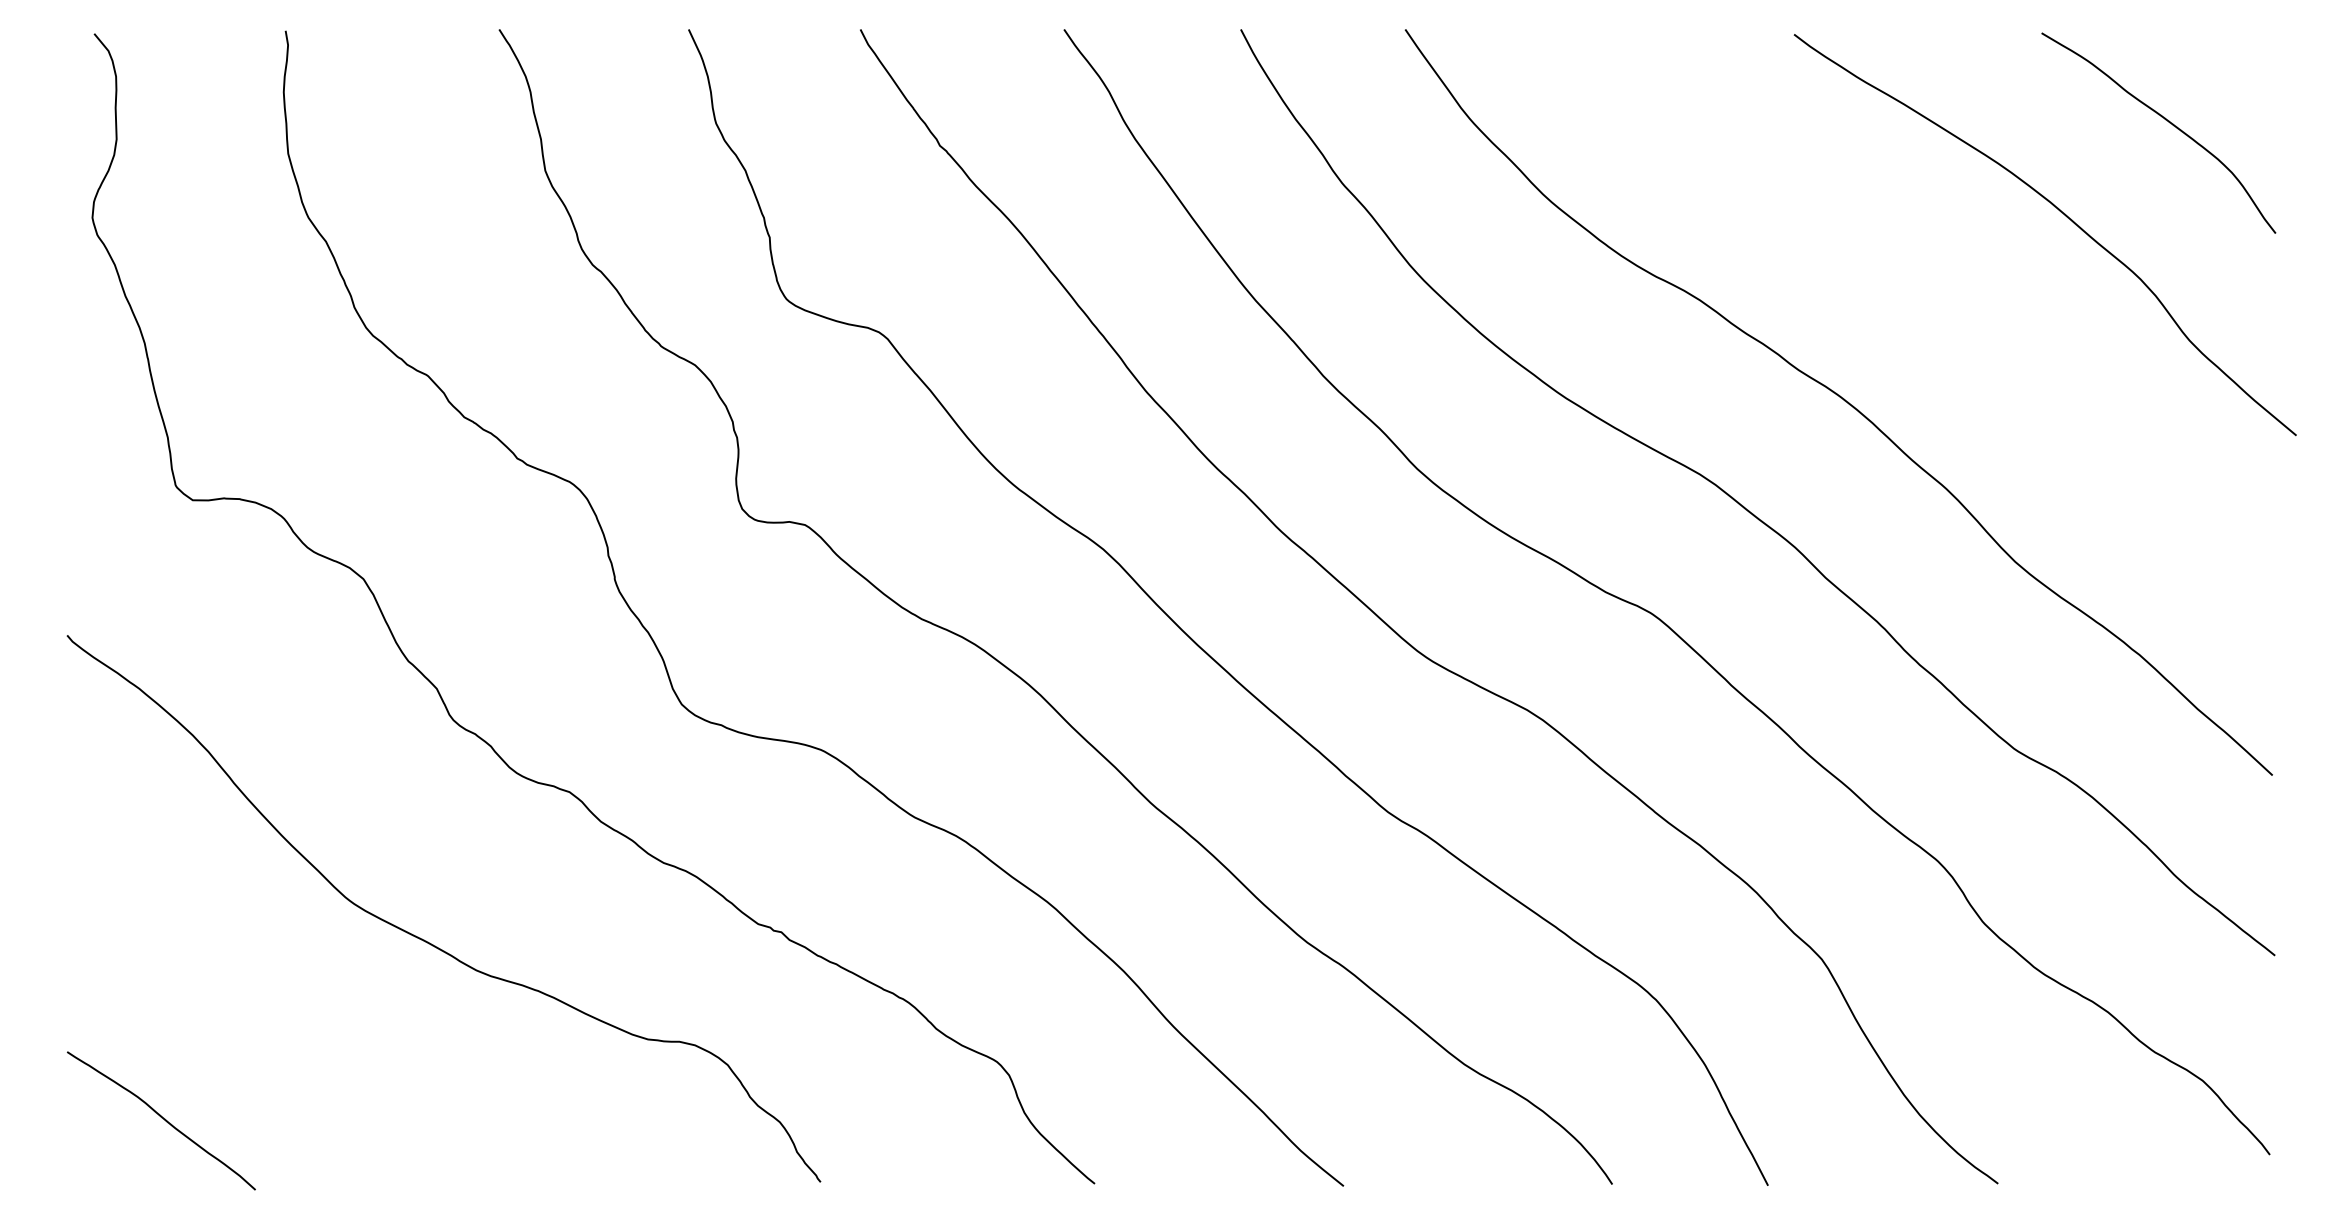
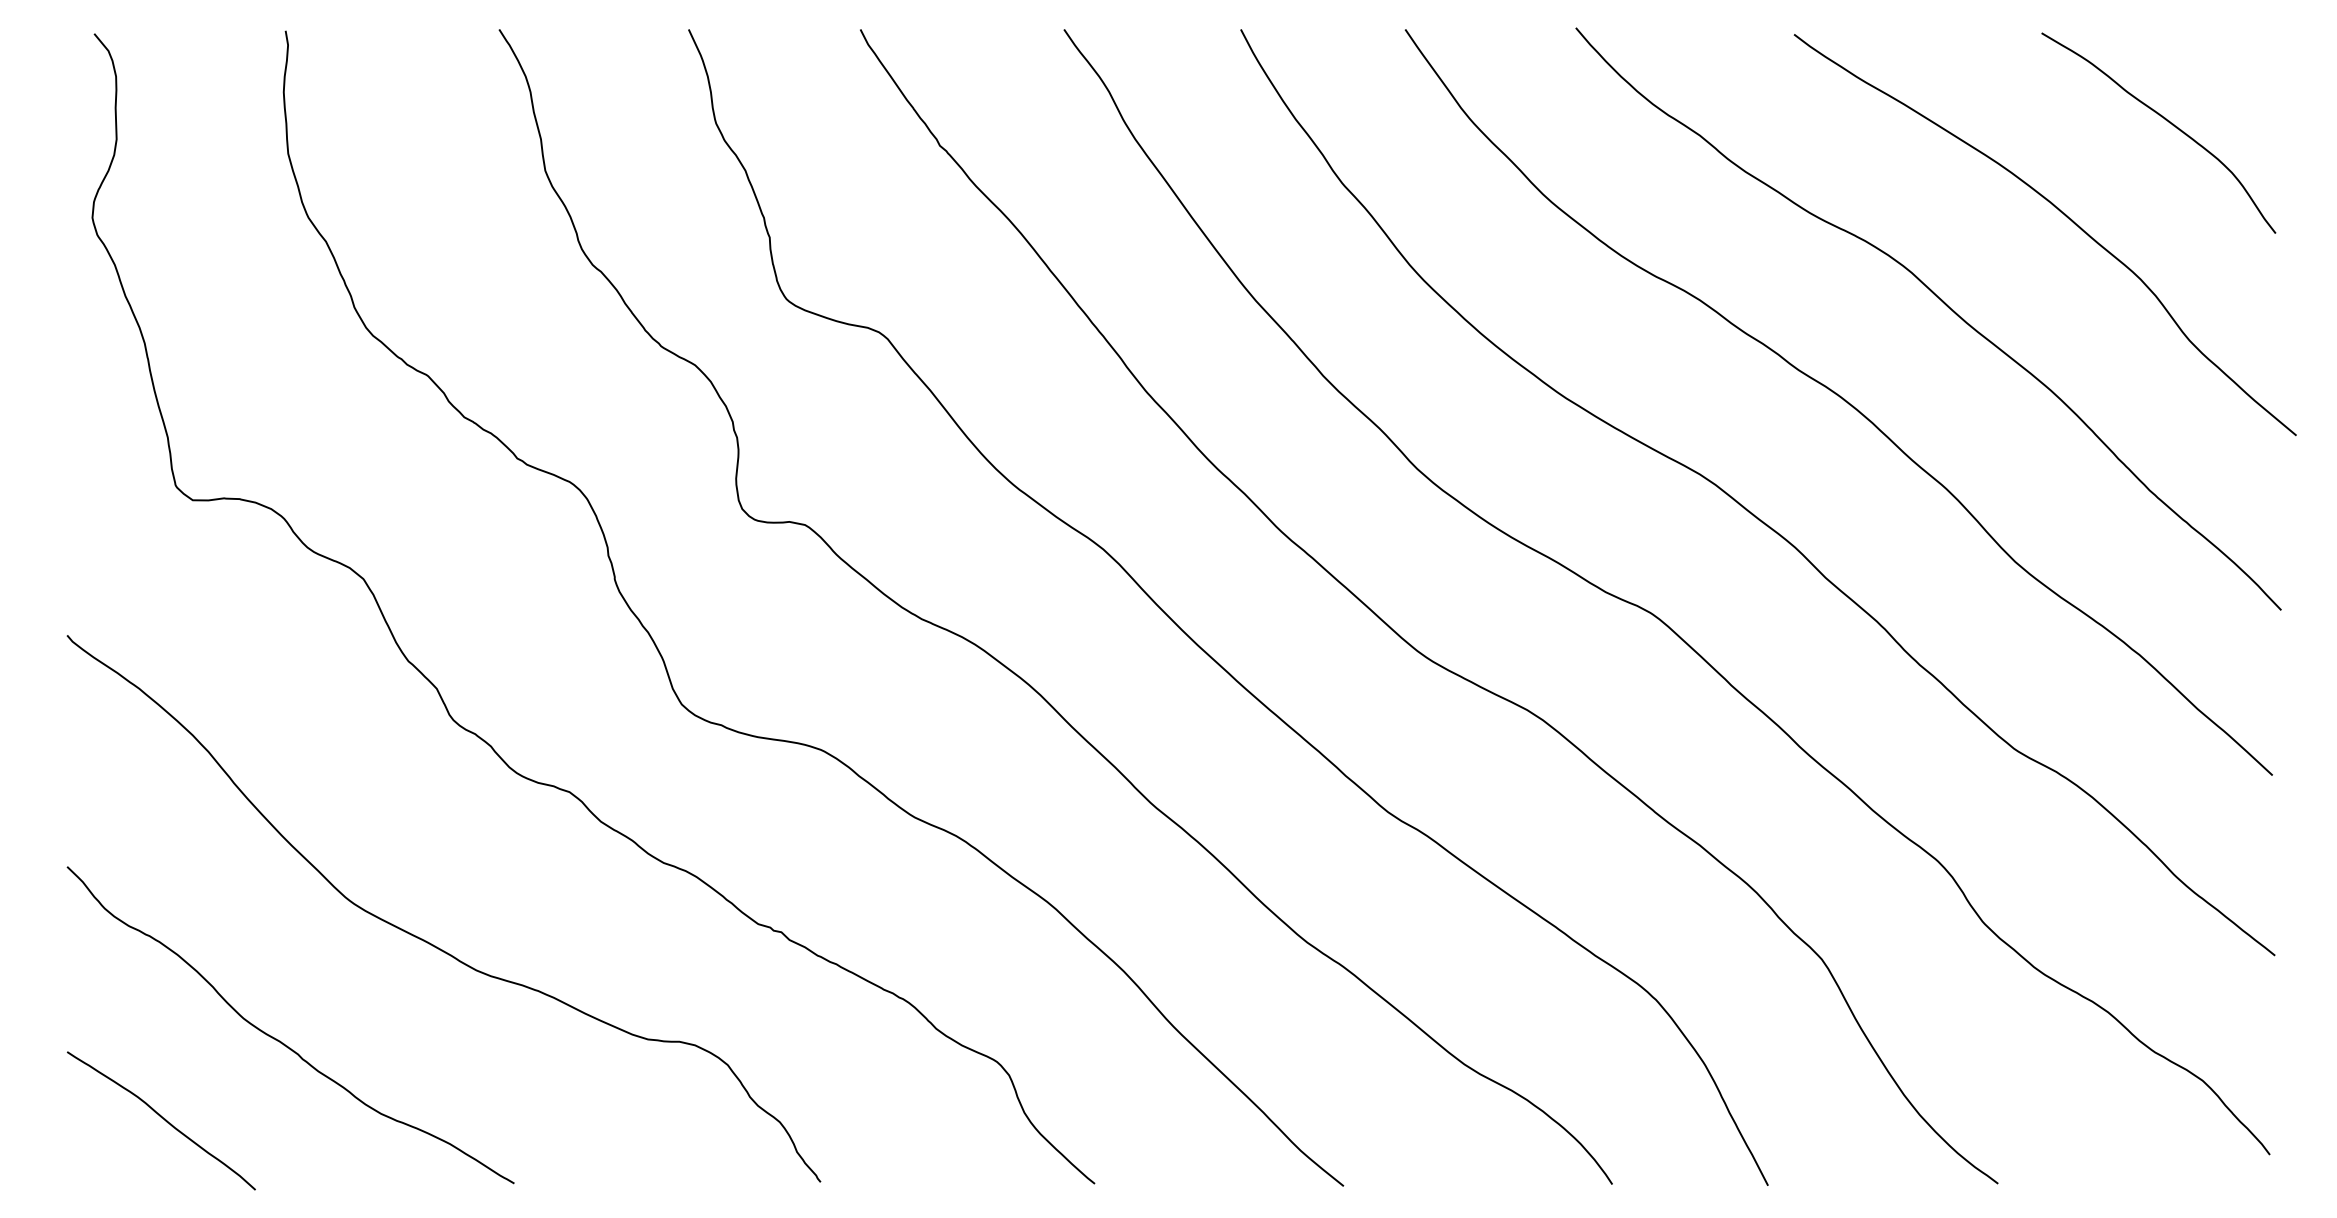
curve at (1943, 303): none -> present
curve at (280, 1040): none -> present
